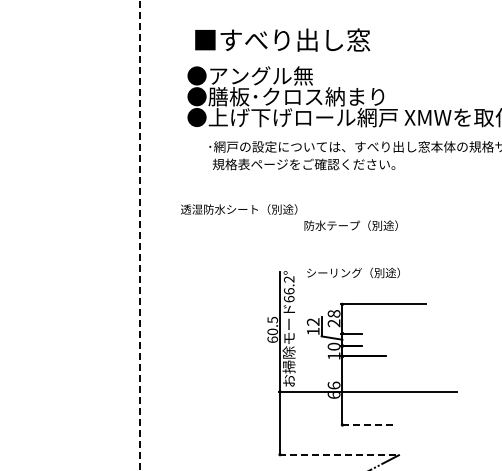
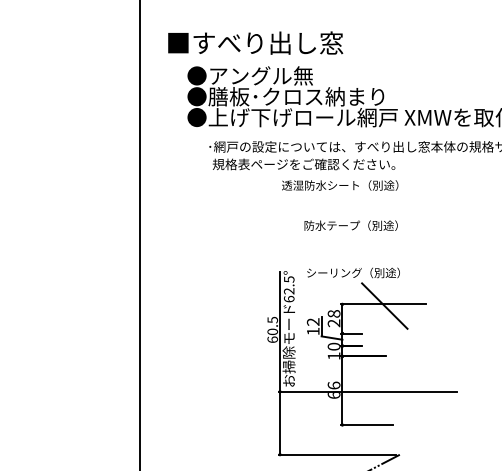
text at (282, 39) position: (282, 39) -> (255, 42)
text at (239, 209) position: (239, 209) -> (340, 185)
line at (139, 235): dashed -> solid
text at (289, 285): 66.2° -> 62.5°
line at (384, 305): none -> present
line at (367, 425): dashed -> solid
line at (336, 454): dashed -> solid
